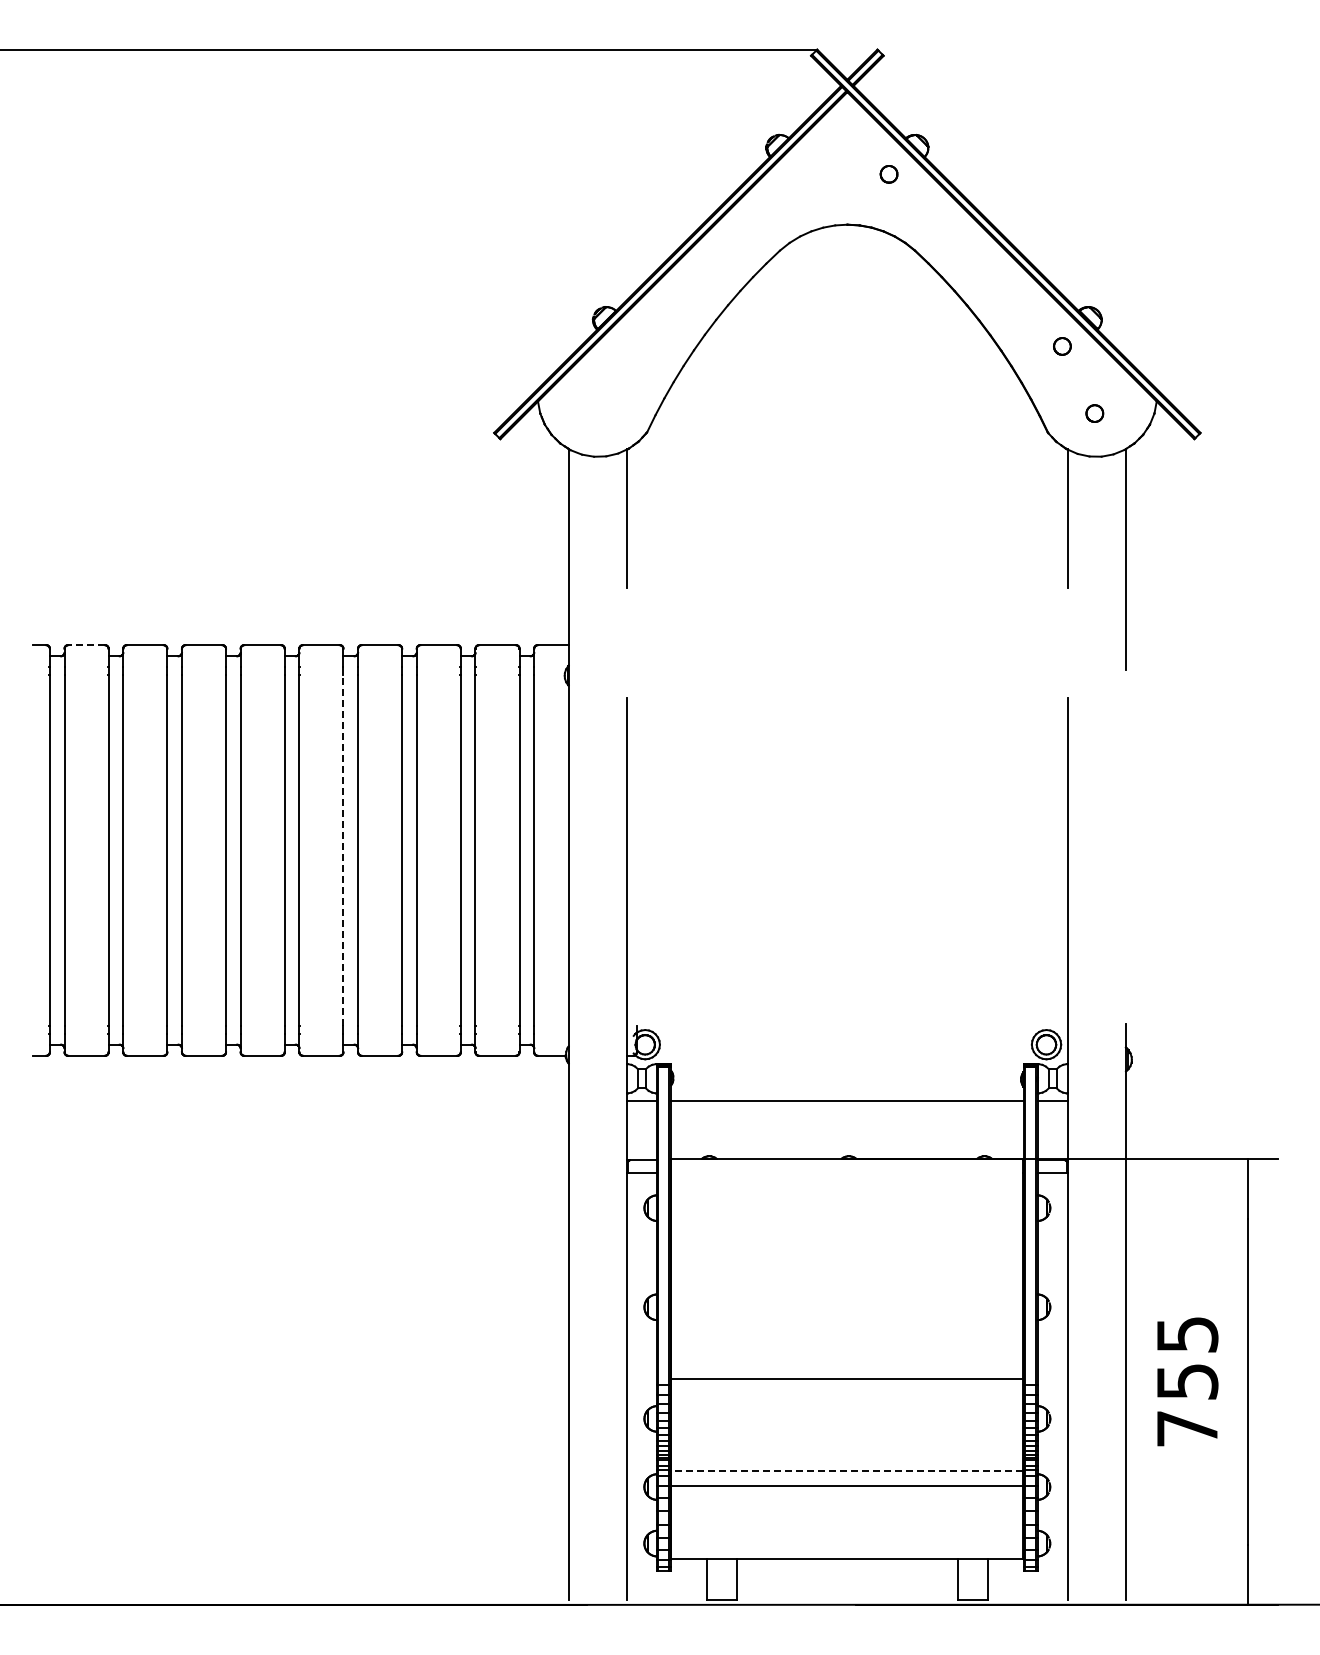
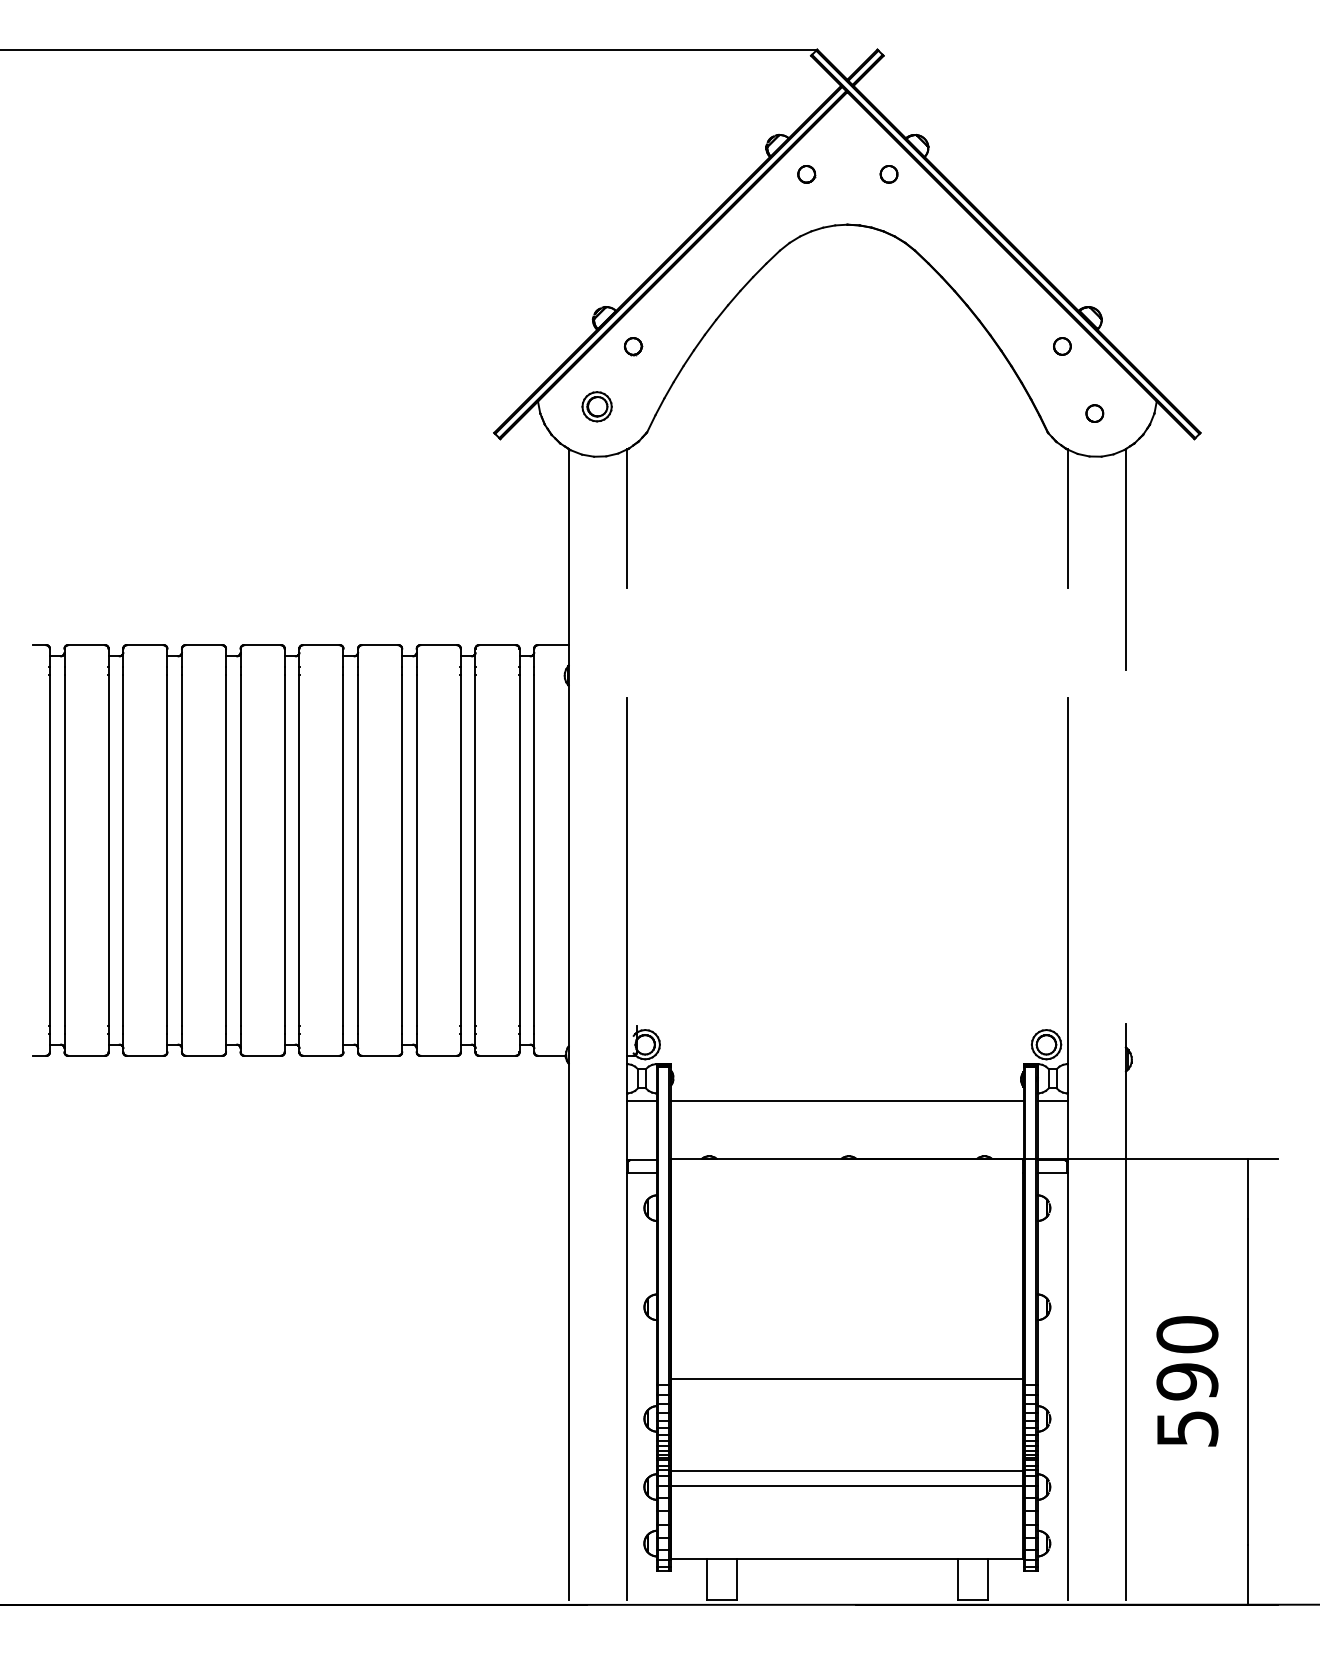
part at (806, 174): none -> present
part at (633, 346): none -> present
part at (596, 406): none -> present
line at (86, 645): dashed -> solid
line at (343, 850): dashed -> solid
text at (1187, 1381): 755 -> 590
line at (846, 1471): dashed -> solid
